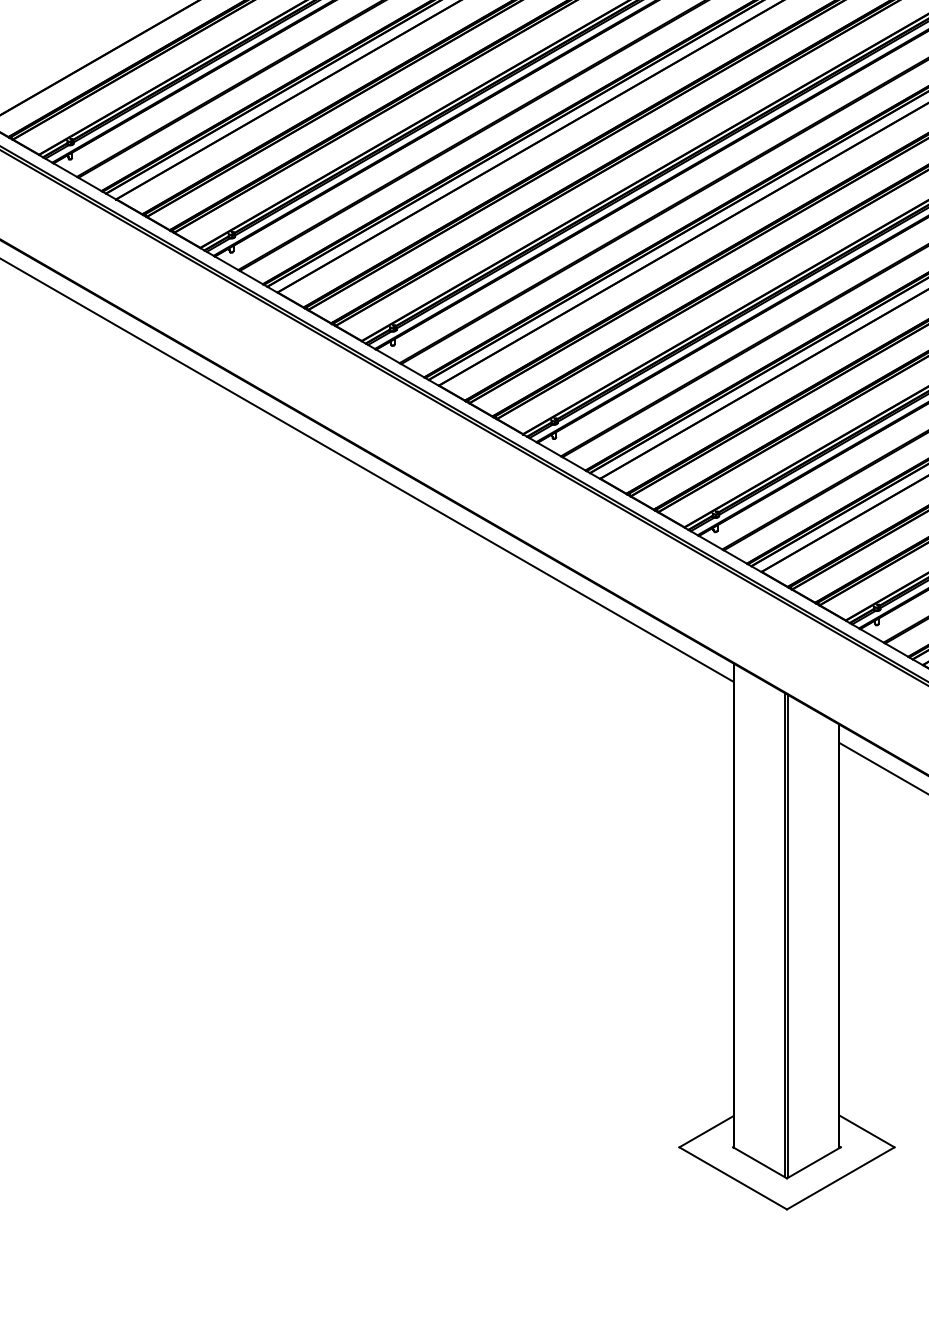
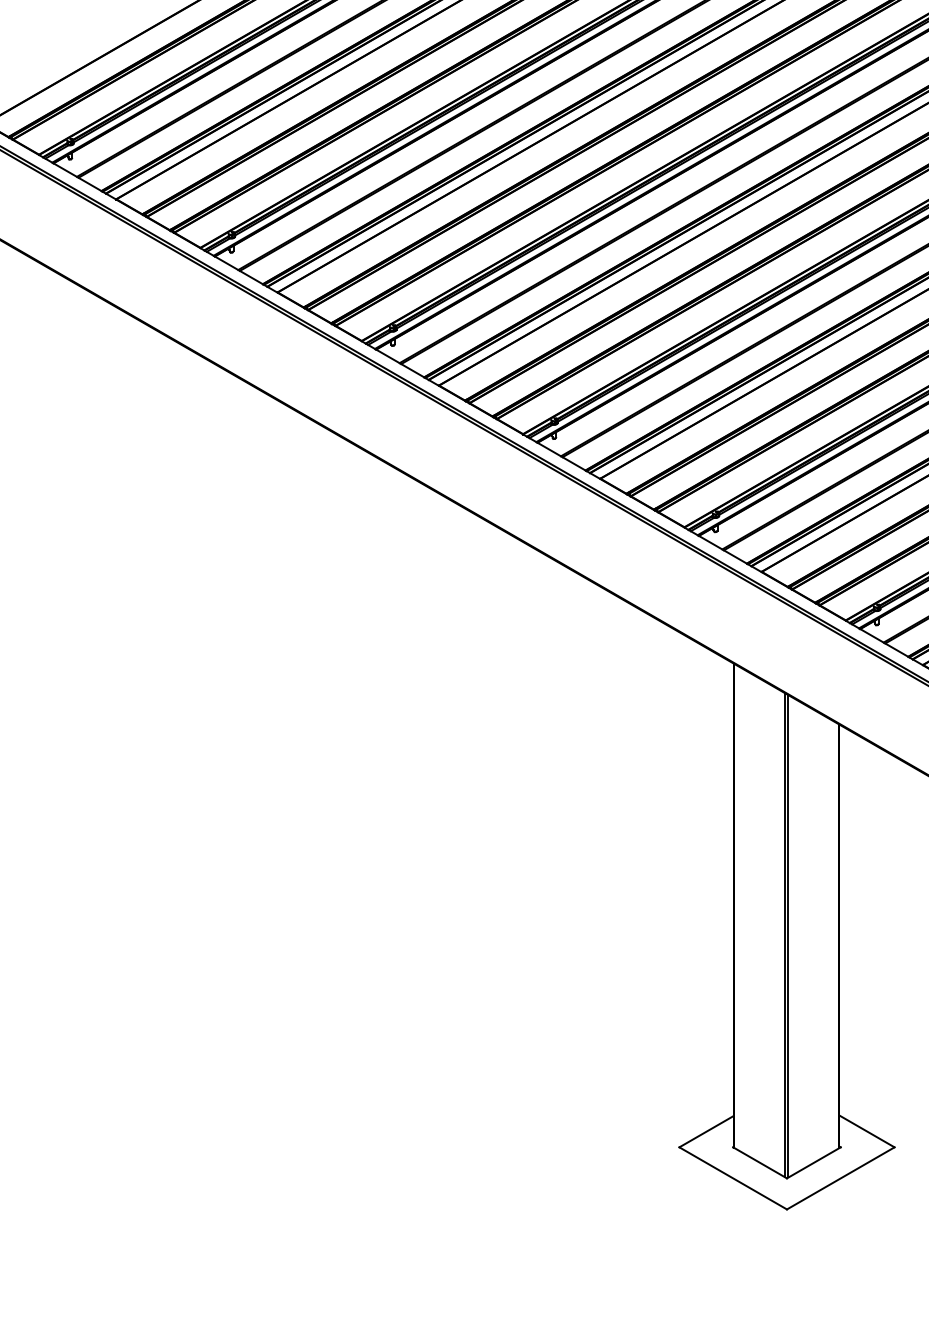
line at (367, 470): present -> none
line at (882, 767): present -> none
